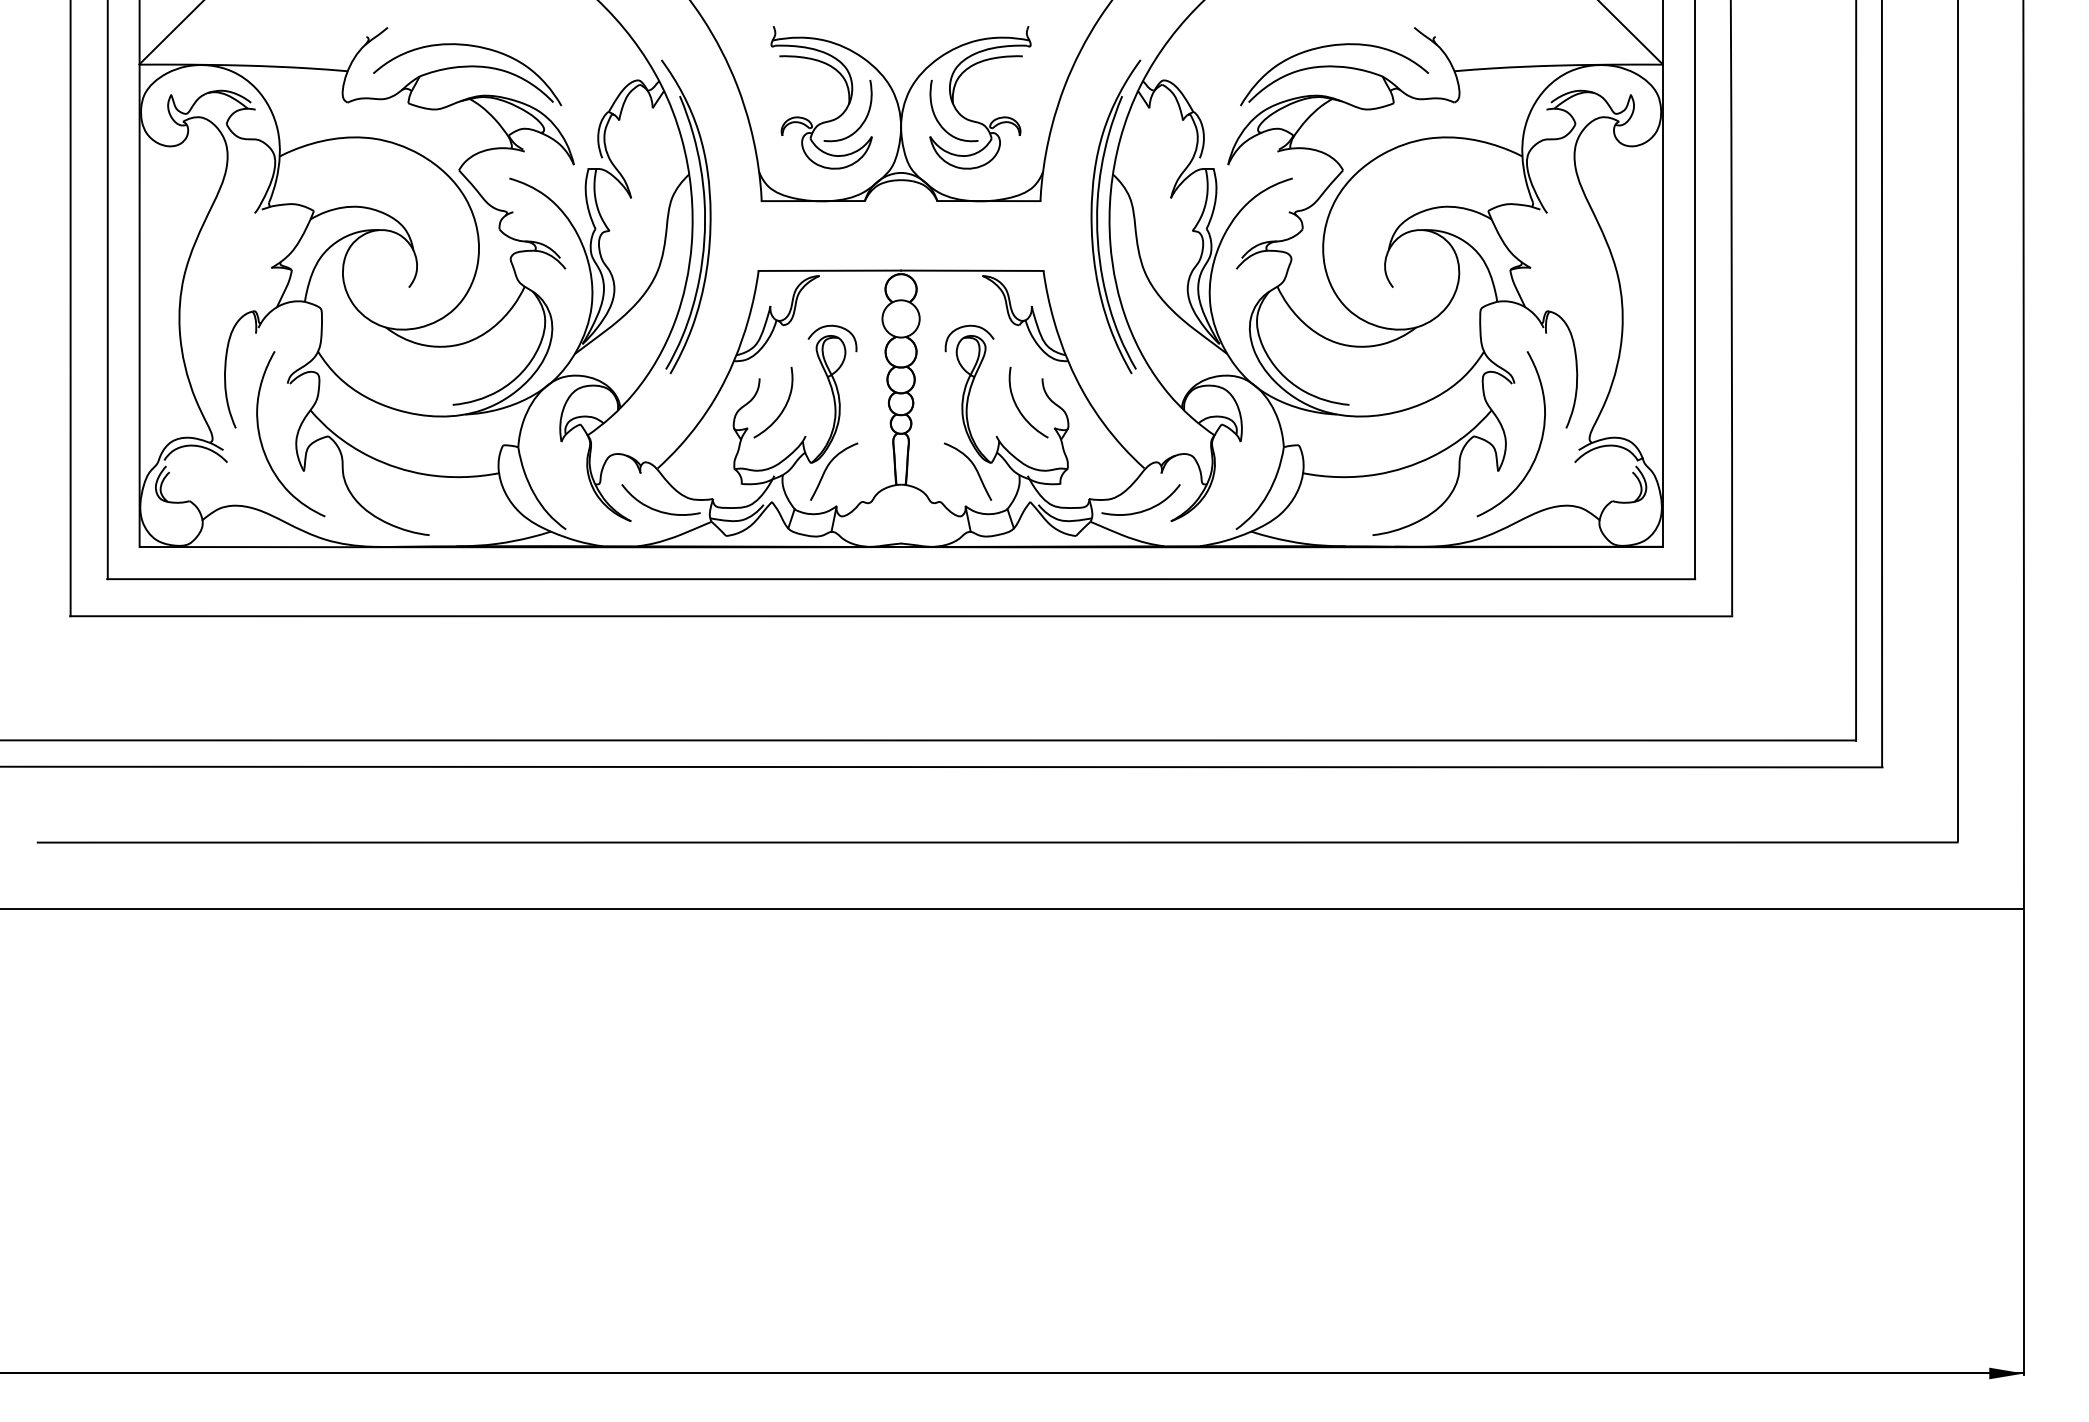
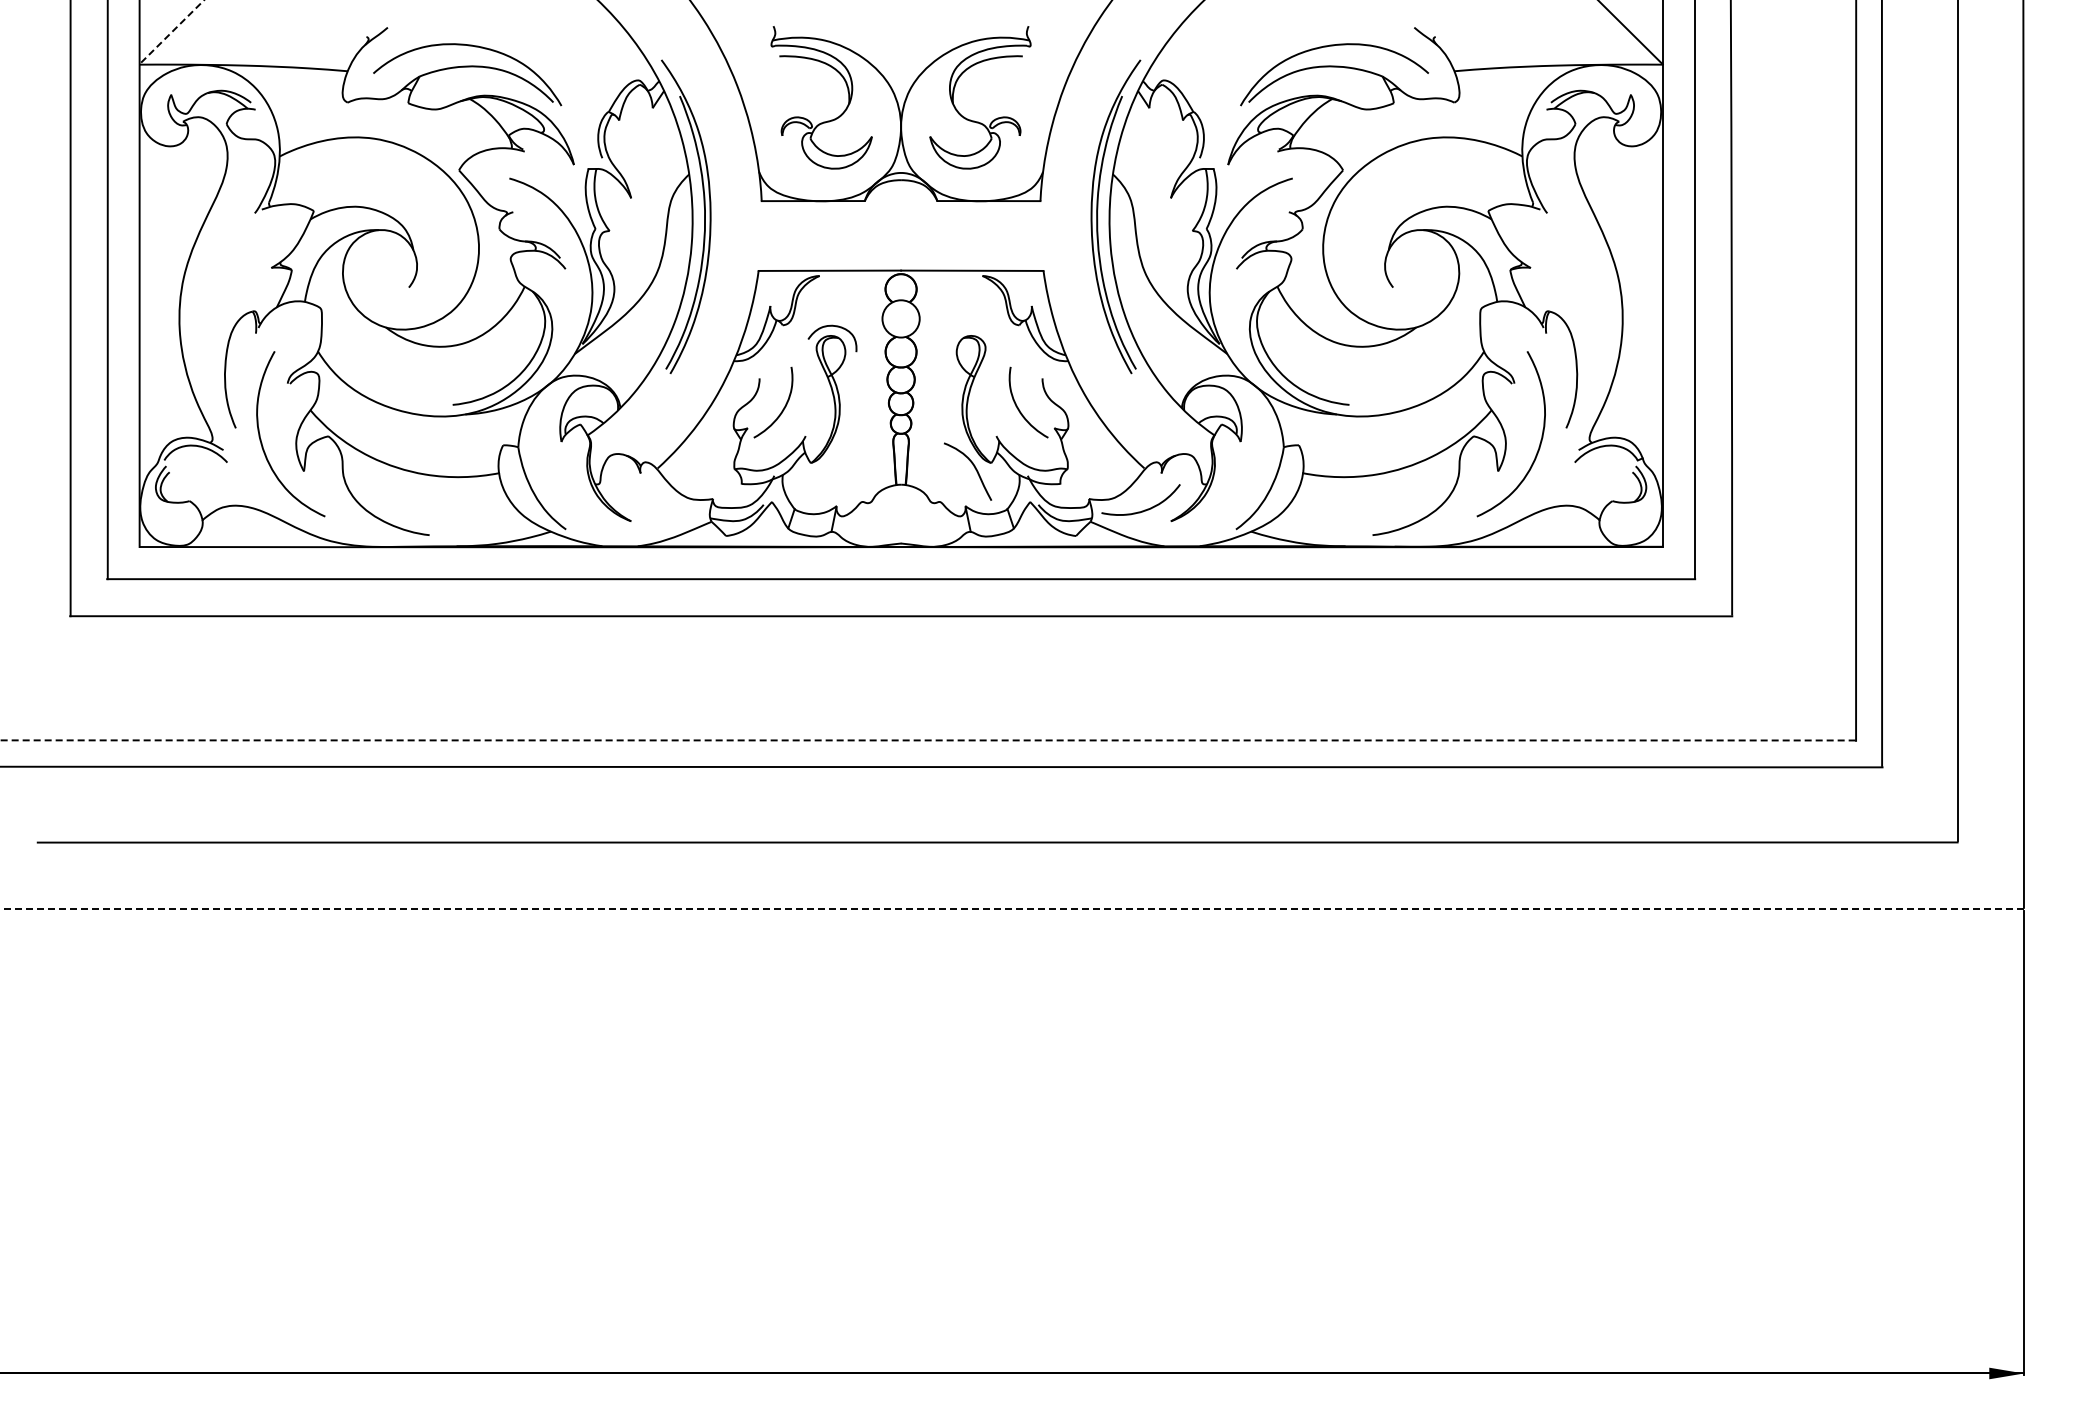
line at (171, 32): solid -> dashed
curve at (937, 118): present -> none
curve at (863, 120): present -> none
curve at (965, 327): present -> none
curve at (827, 468): present -> none
curve at (657, 509): present -> none
line at (928, 740): solid -> dashed
line at (1012, 908): solid -> dashed
